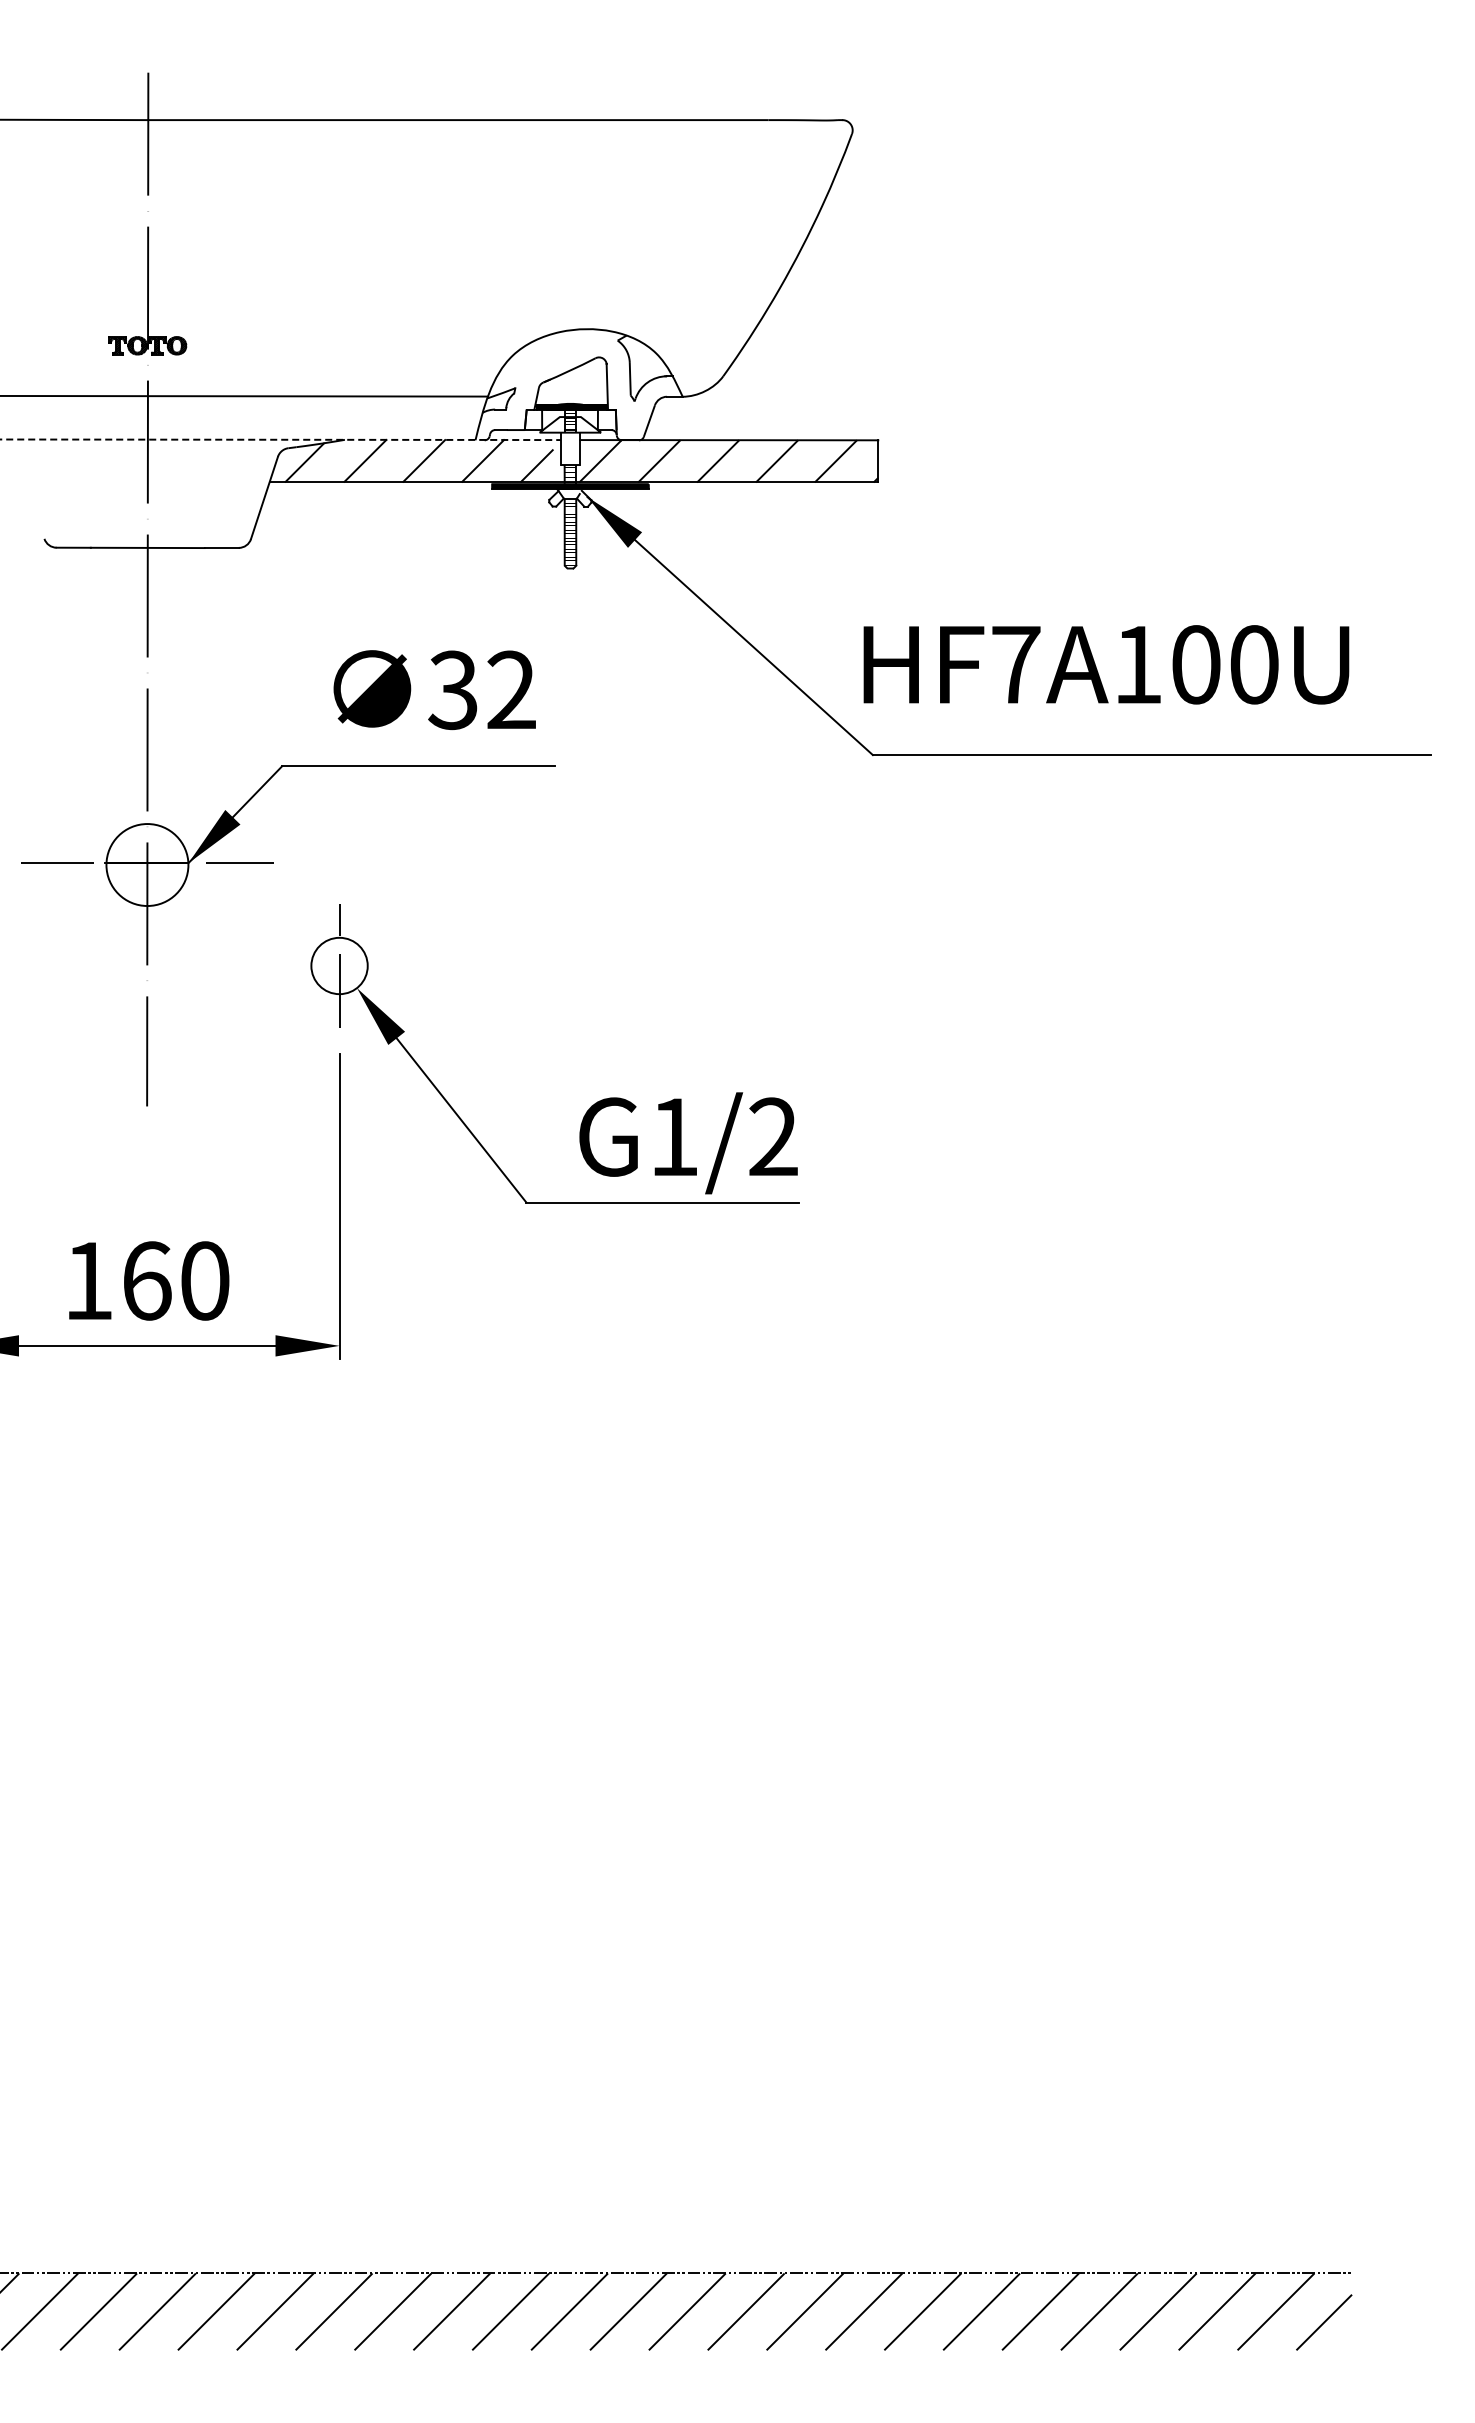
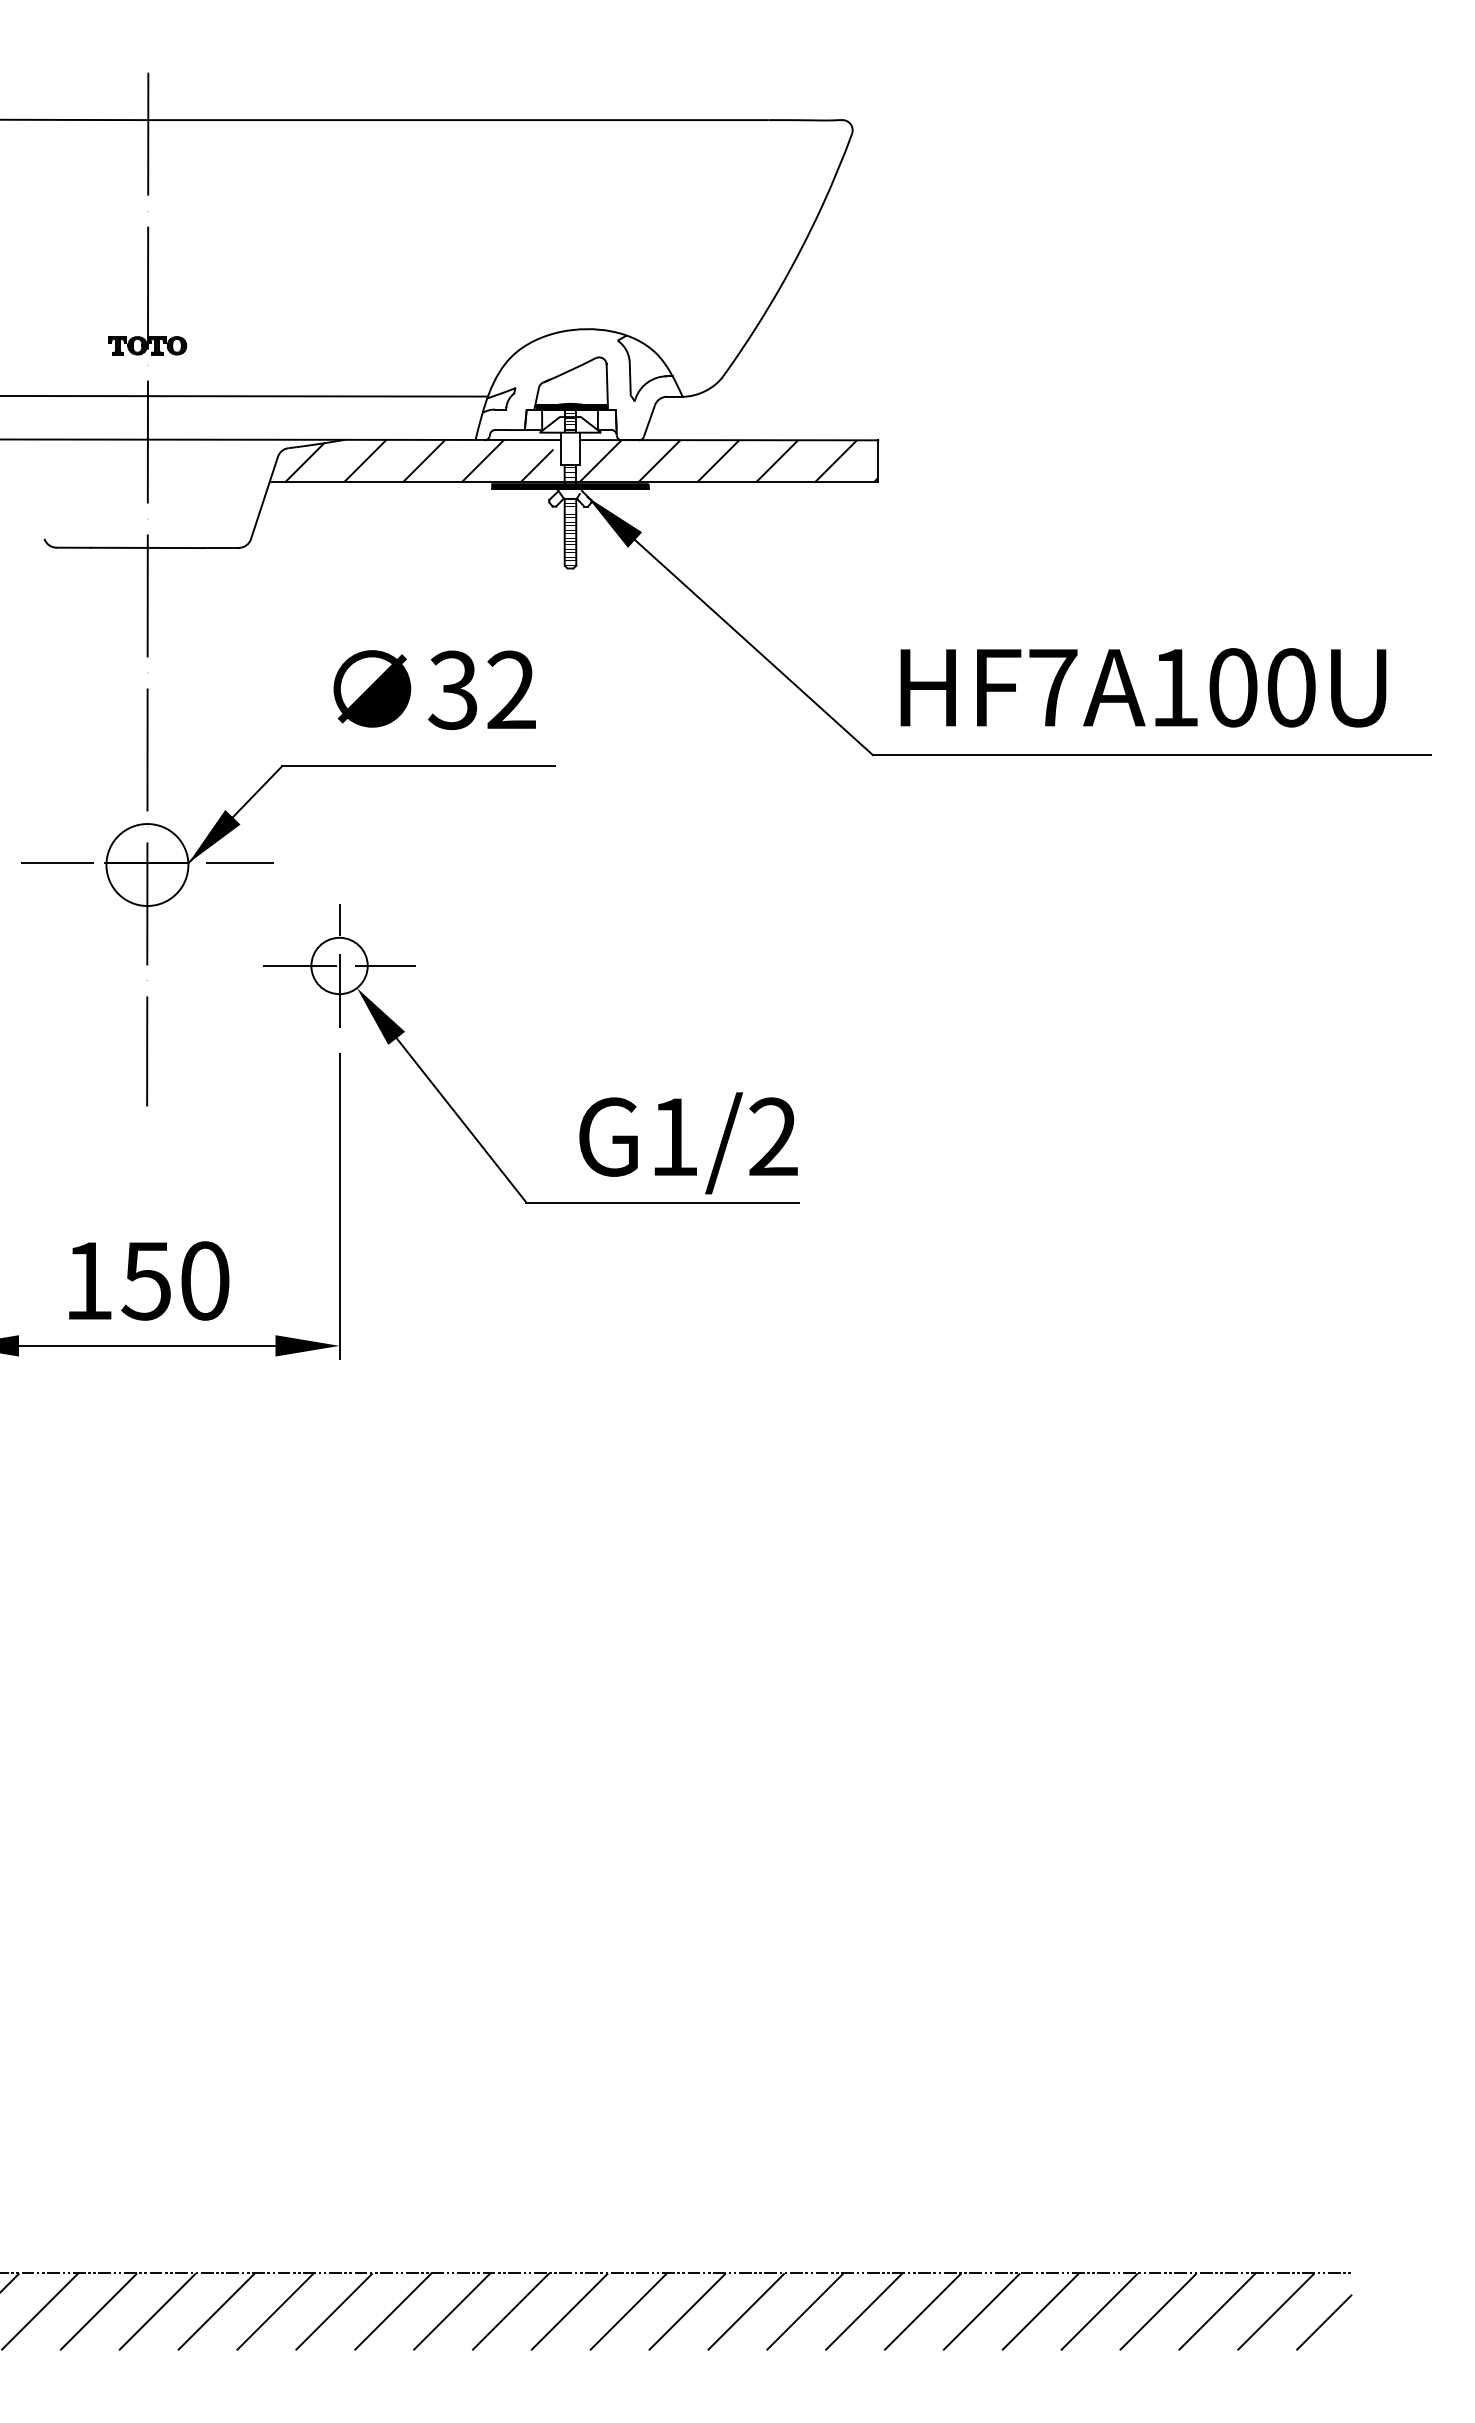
line at (281, 439): dashed -> solid
text at (1106, 664) position: (1106, 664) -> (1143, 687)
line at (339, 966): none -> present
text at (146, 1280): 160 -> 150
